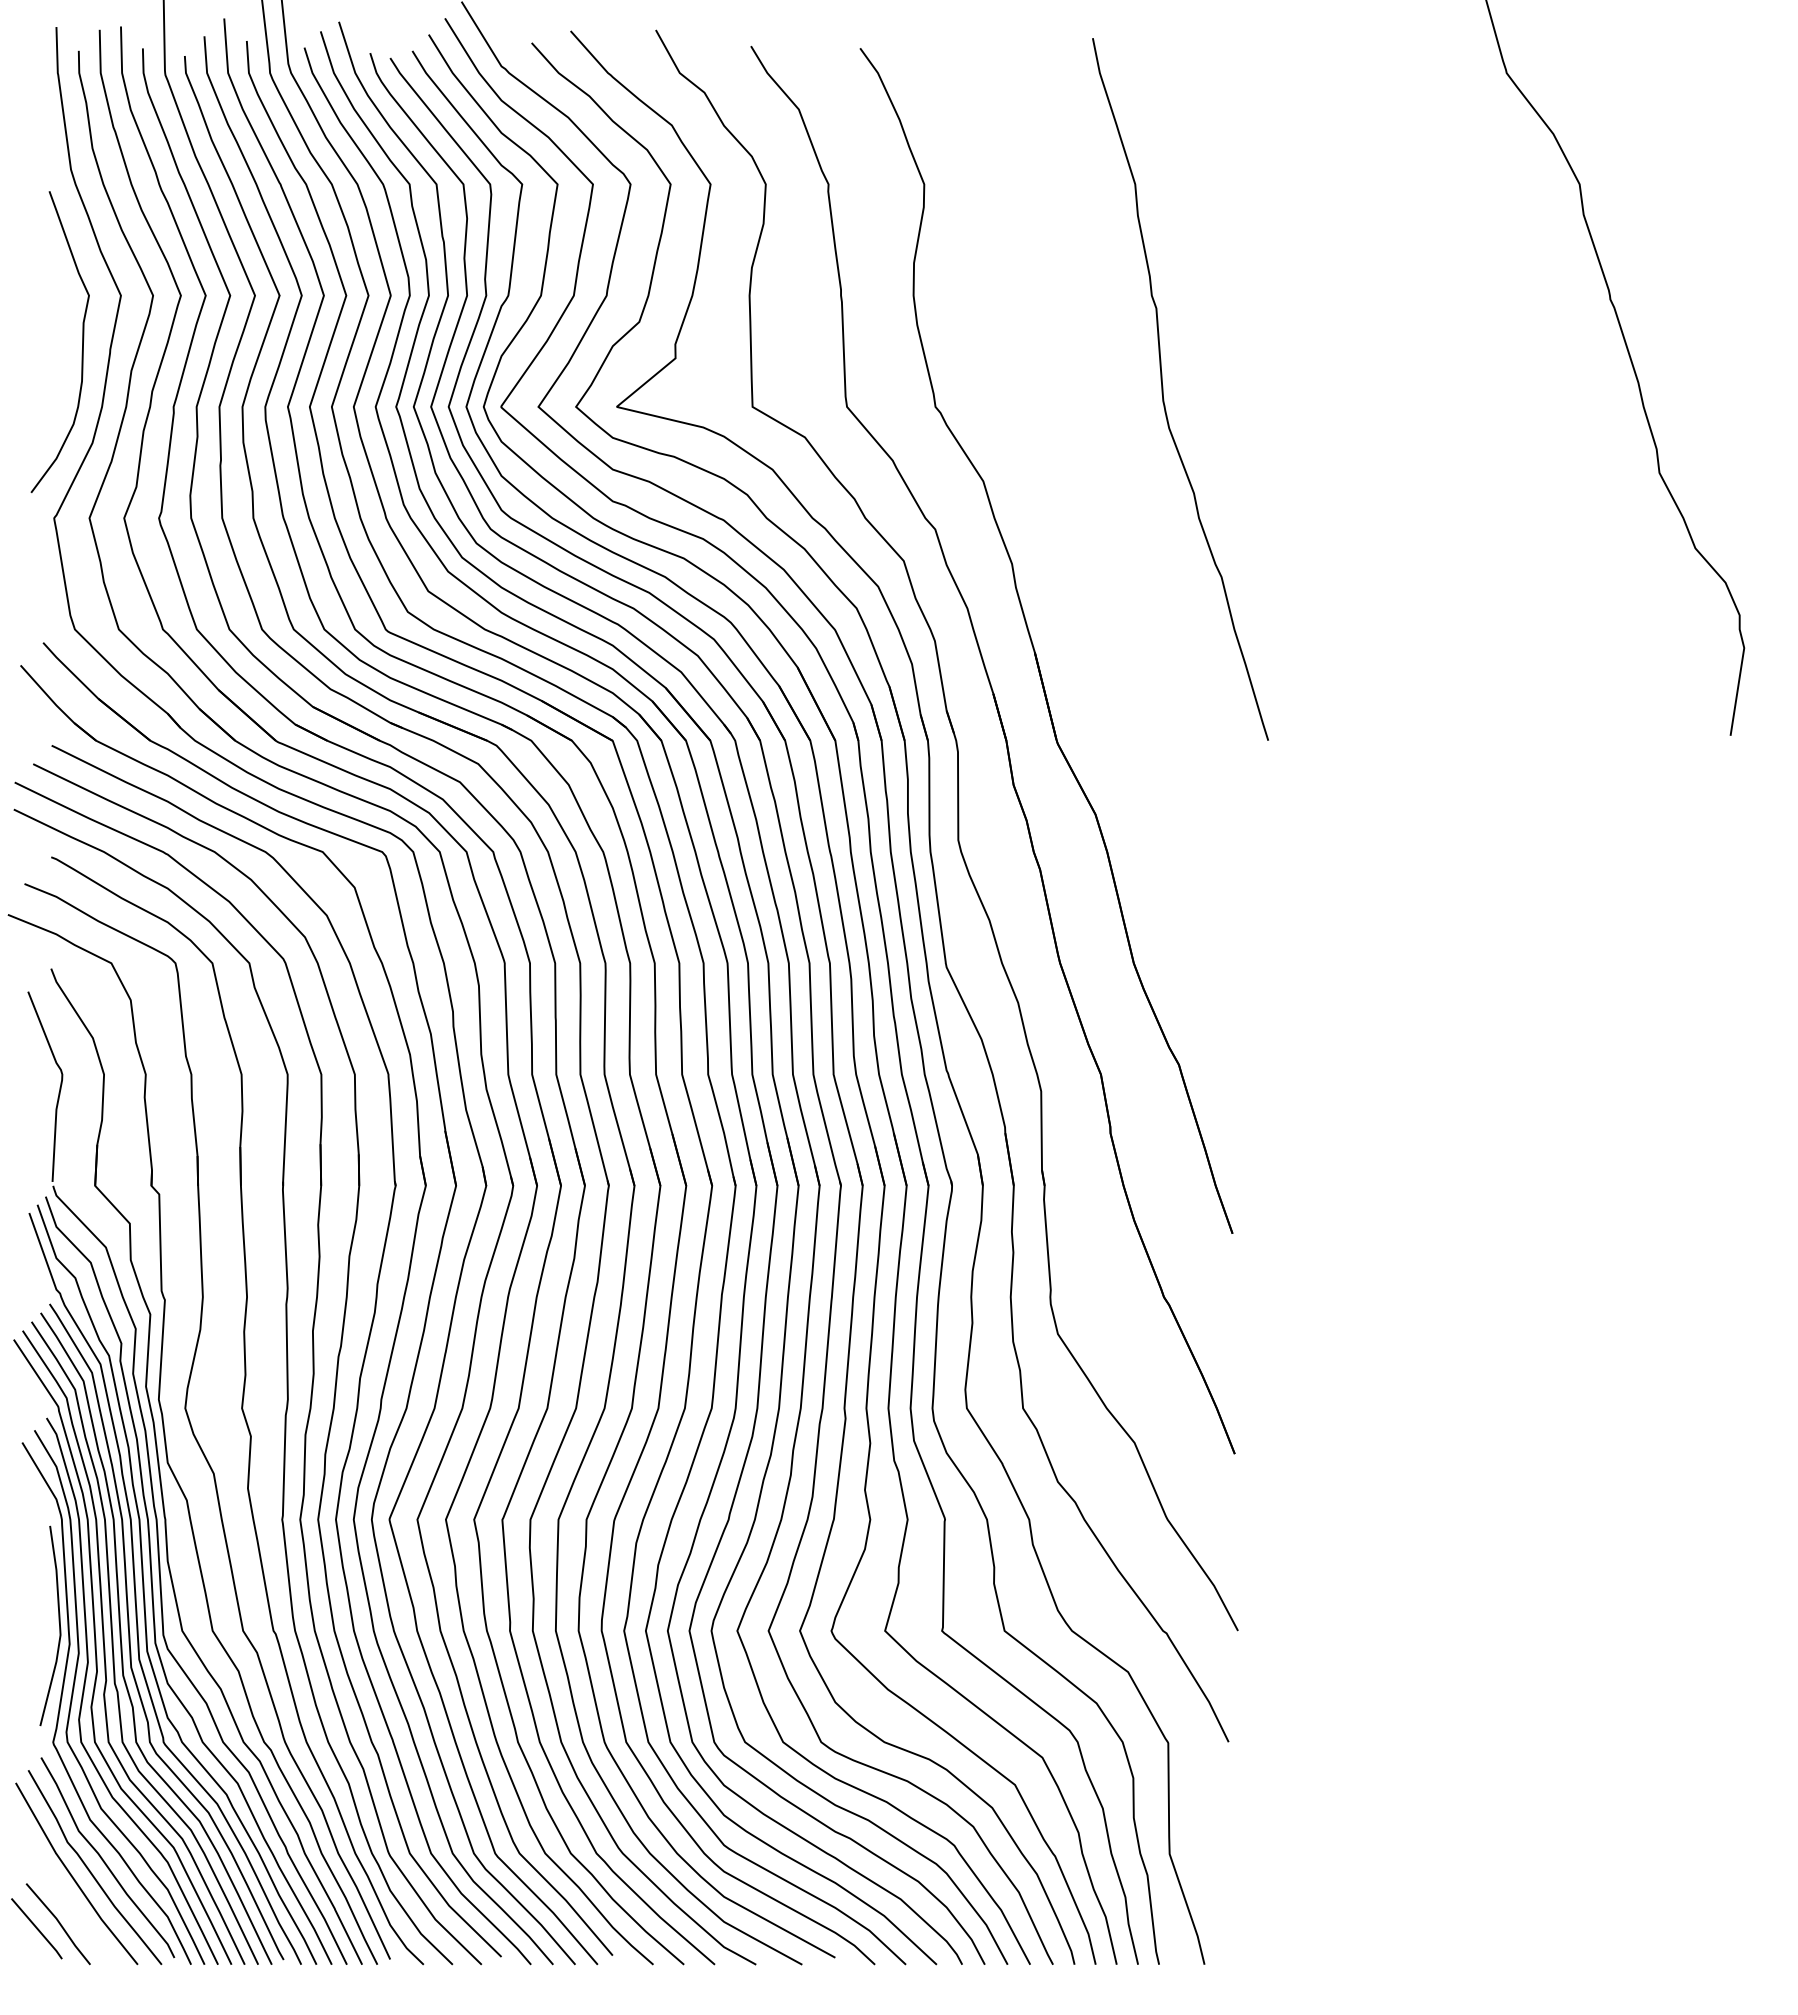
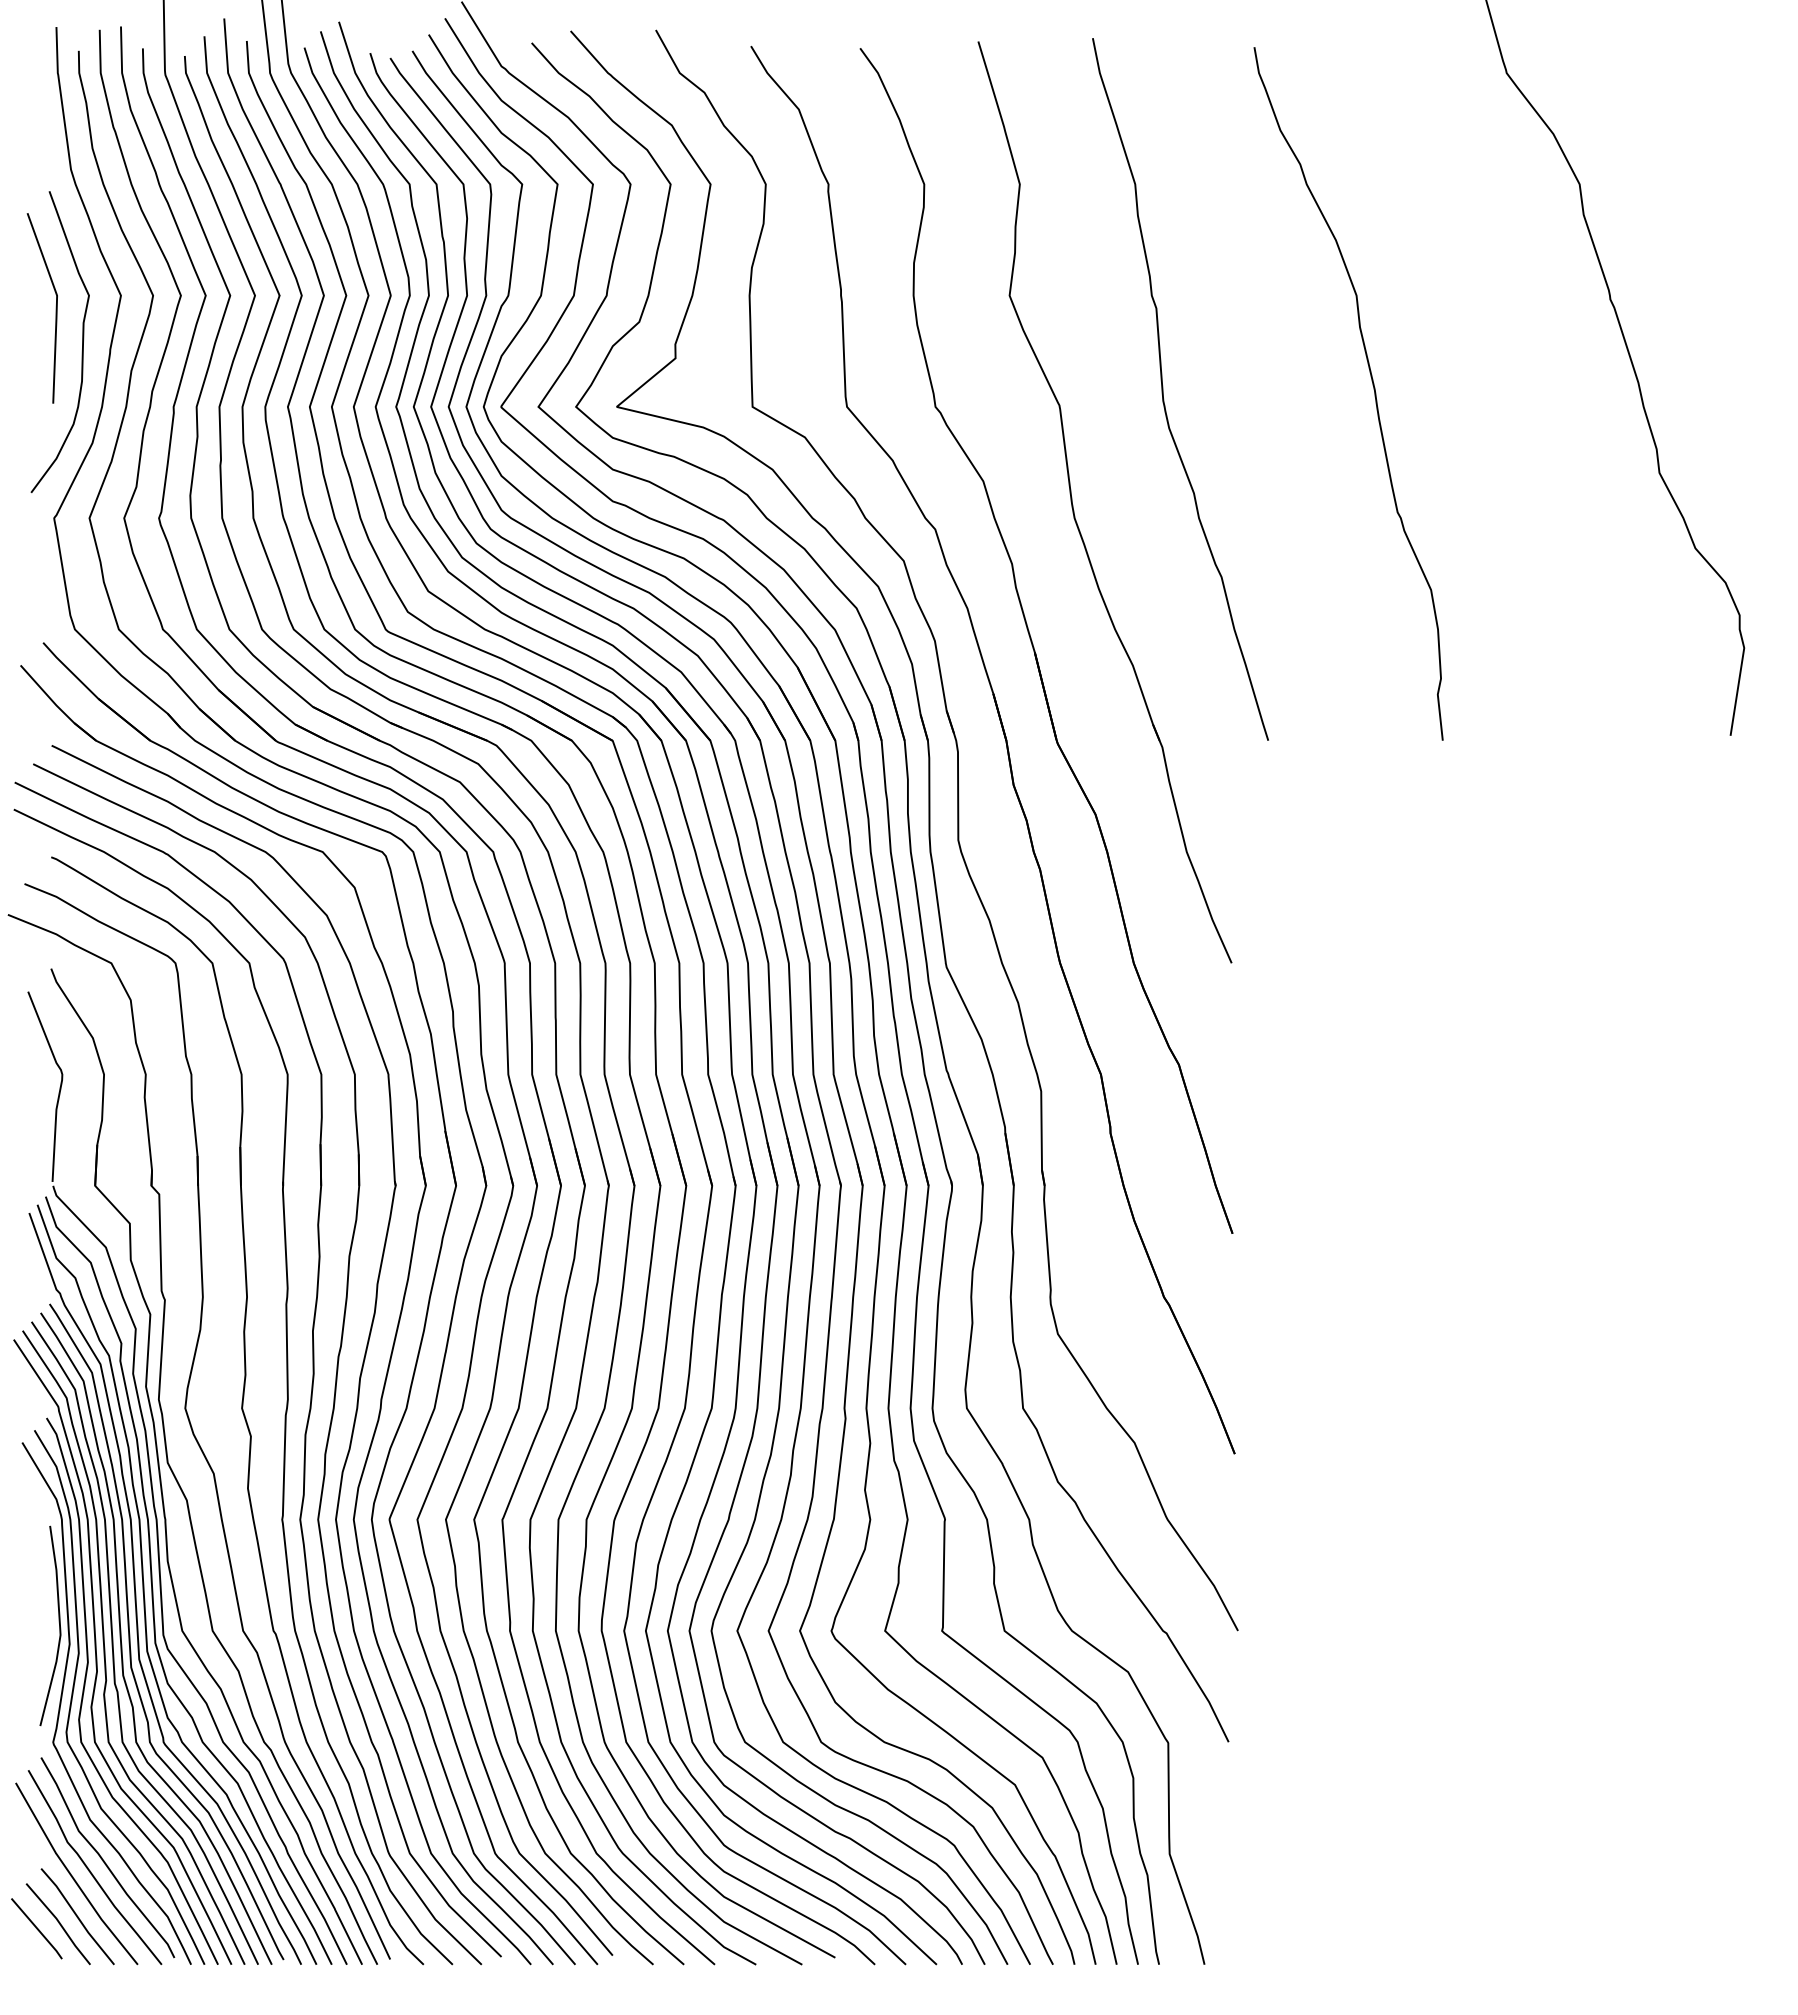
curve at (55, 308): none -> present
curve at (1372, 385): none -> present
part at (1074, 510): none -> present
line at (77, 1916): none -> present
